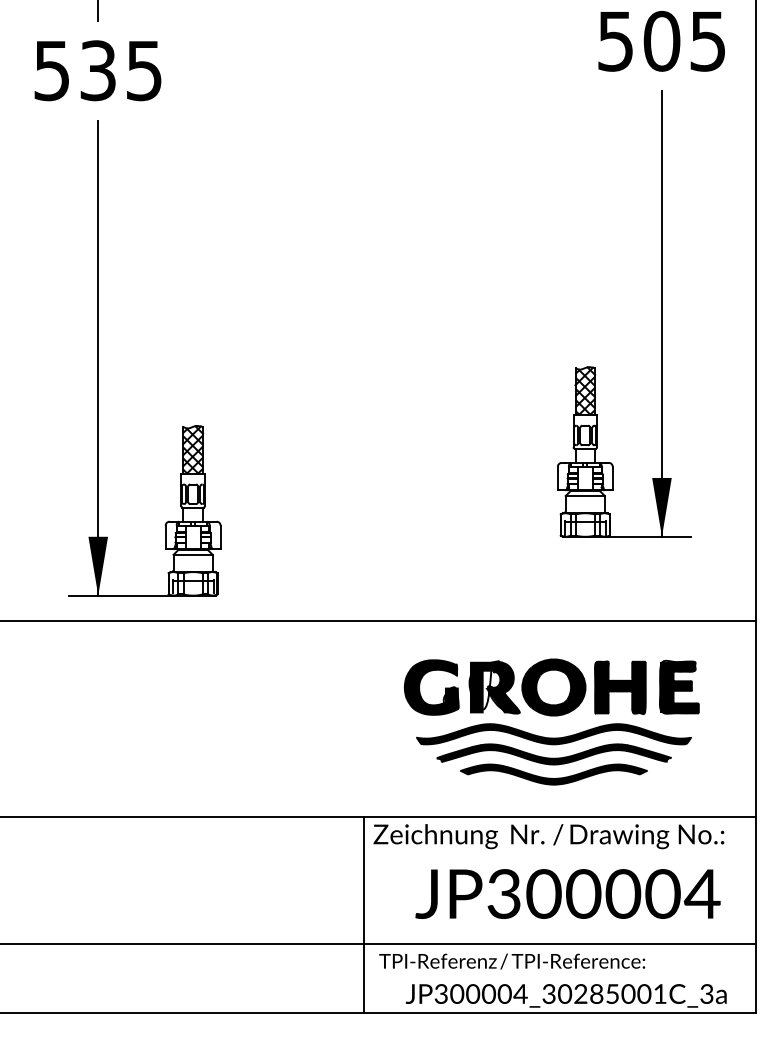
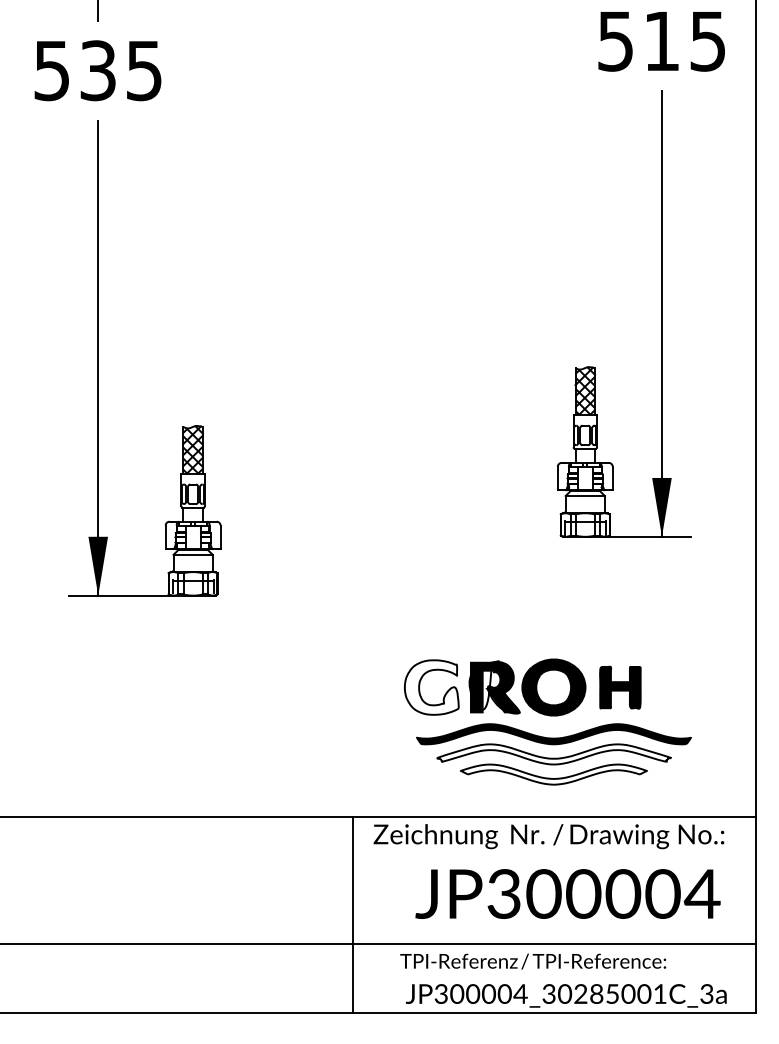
text at (661, 40): 505 -> 515
line at (378, 620): present -> none
part at (679, 686): present -> none
fill at (431, 687): present -> none
part at (620, 687) size: 53x55 px -> 43x45 px
fill at (553, 754): present -> none
fill at (553, 774): present -> none
line at (363, 914) position: (363, 914) -> (352, 914)
text at (512, 961) position: (512, 961) -> (533, 961)
